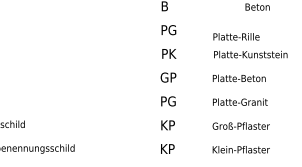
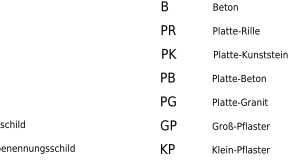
text at (257, 6) position: (257, 6) -> (225, 6)
text at (172, 30): PG -> PR
text at (236, 36) position: (236, 36) -> (236, 30)
text at (168, 77): GP -> PB
text at (168, 125): KP -> GP
